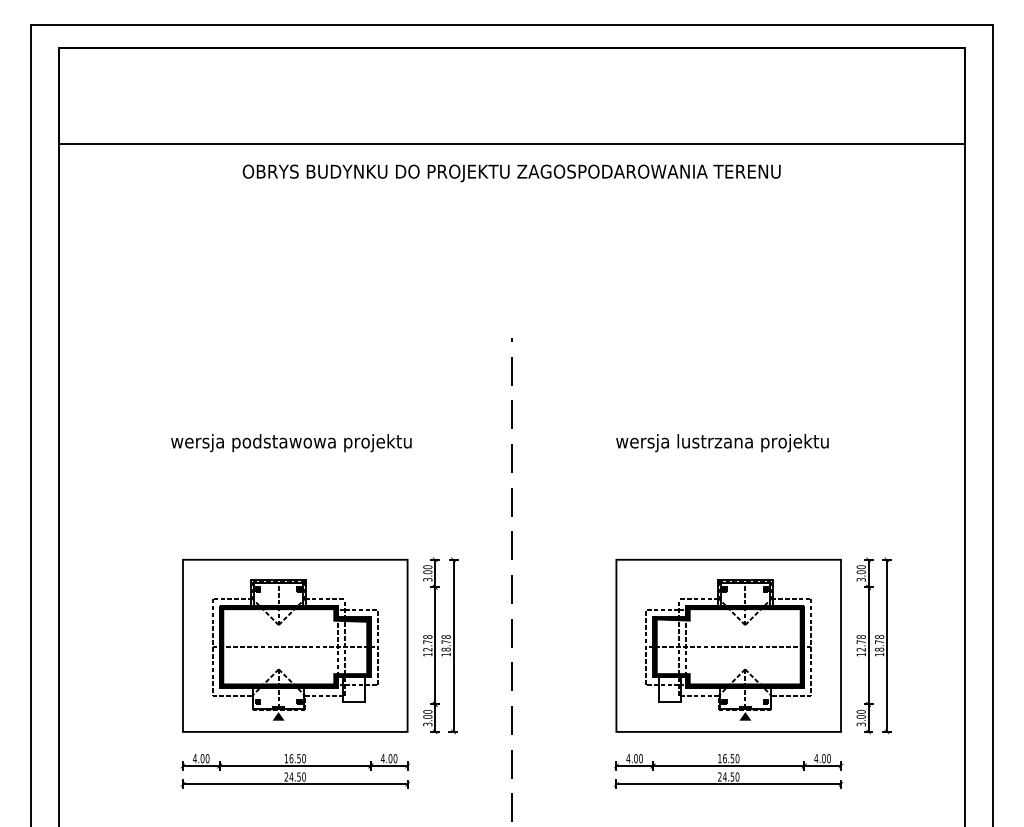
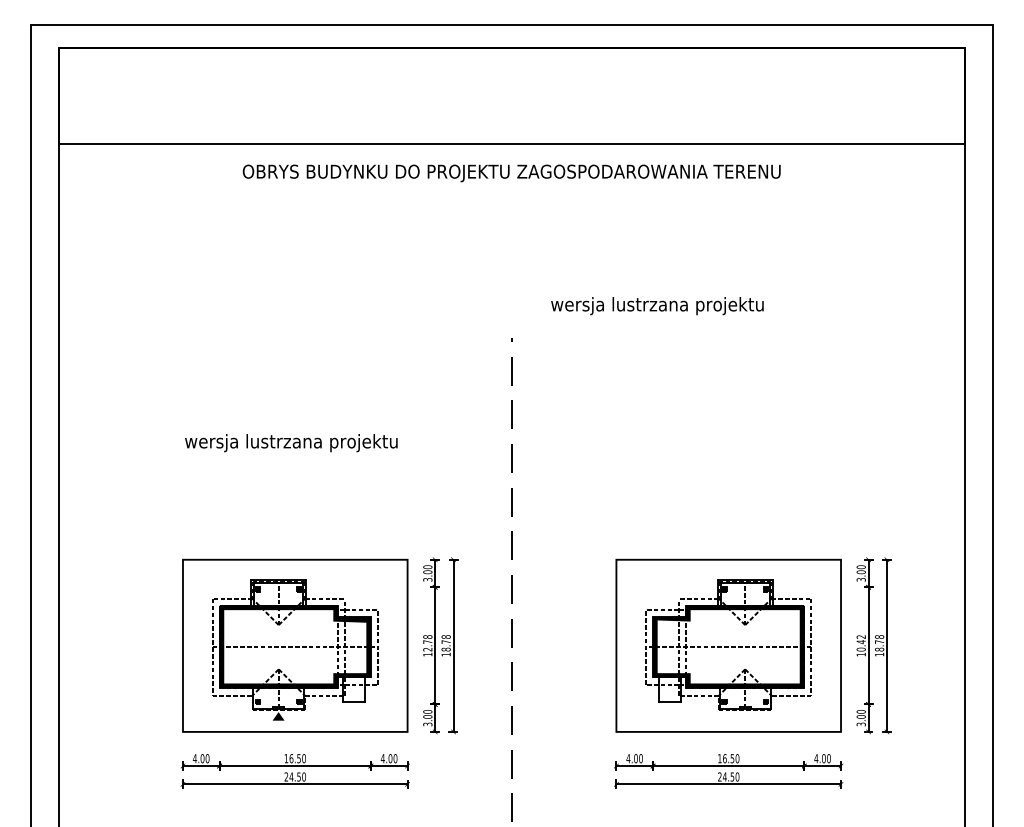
text at (291, 443): wersja podstawowa projektu -> wersja lustrzana projektu
text at (722, 443) position: (722, 443) -> (657, 306)
text at (860, 643): 12.78 -> 10.42
fill at (745, 716): present -> none
